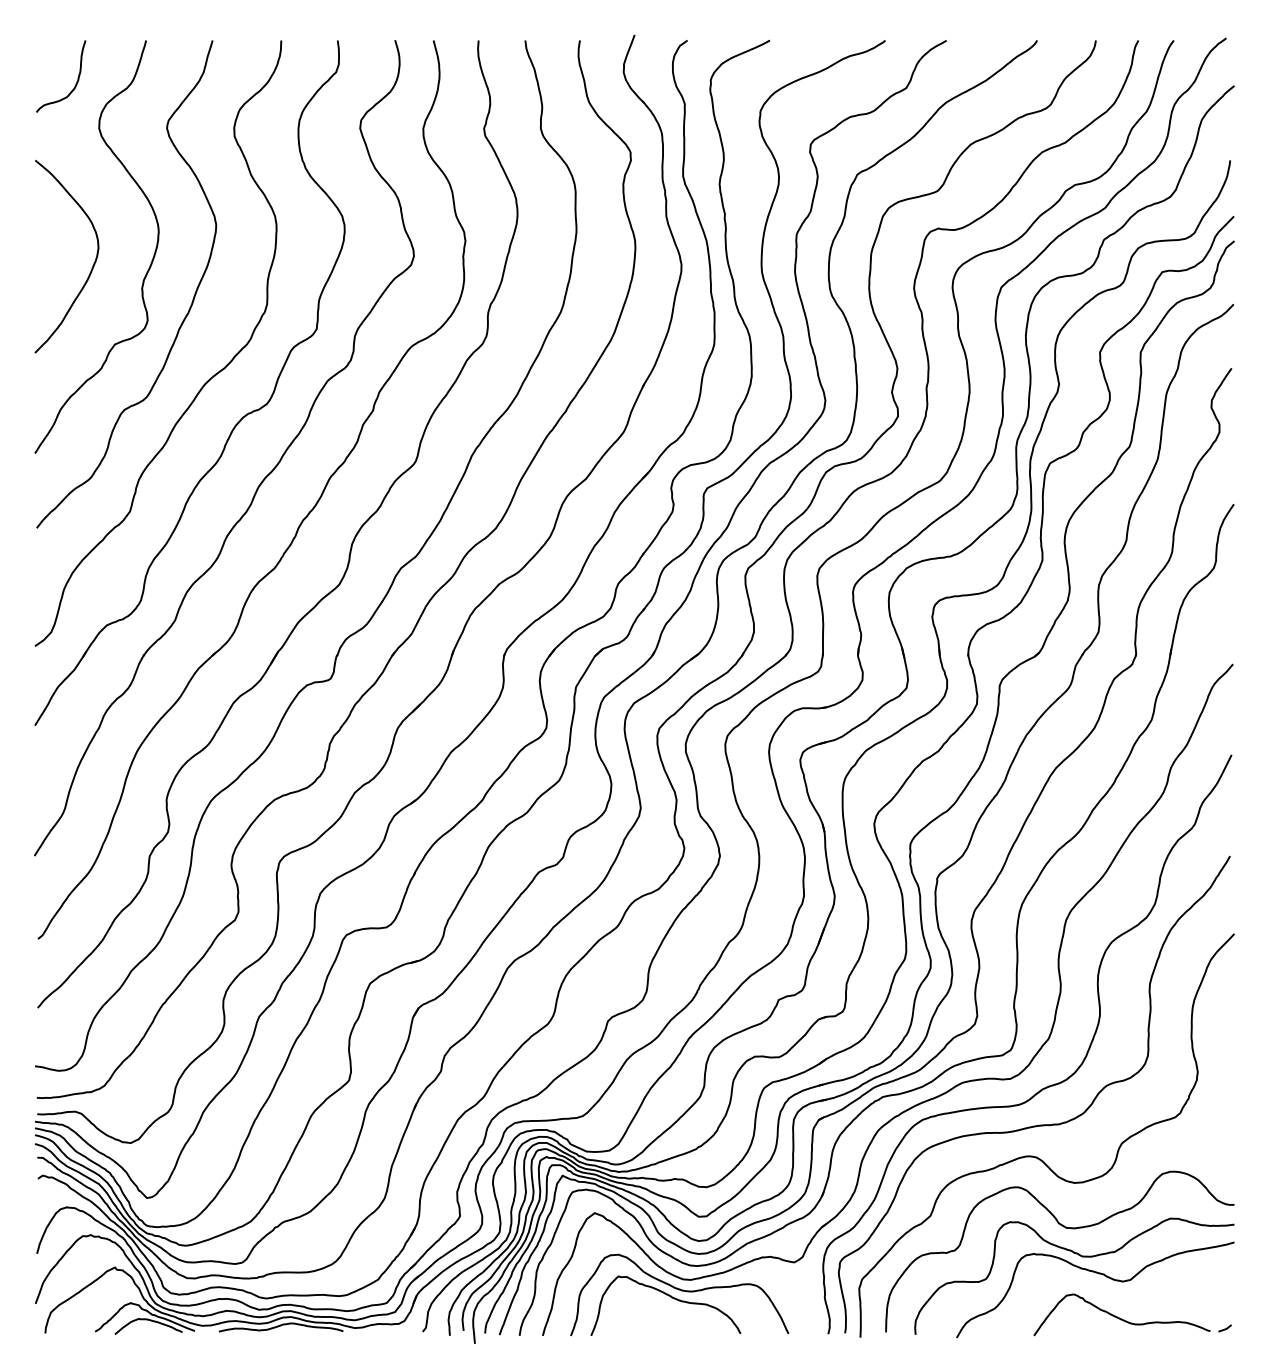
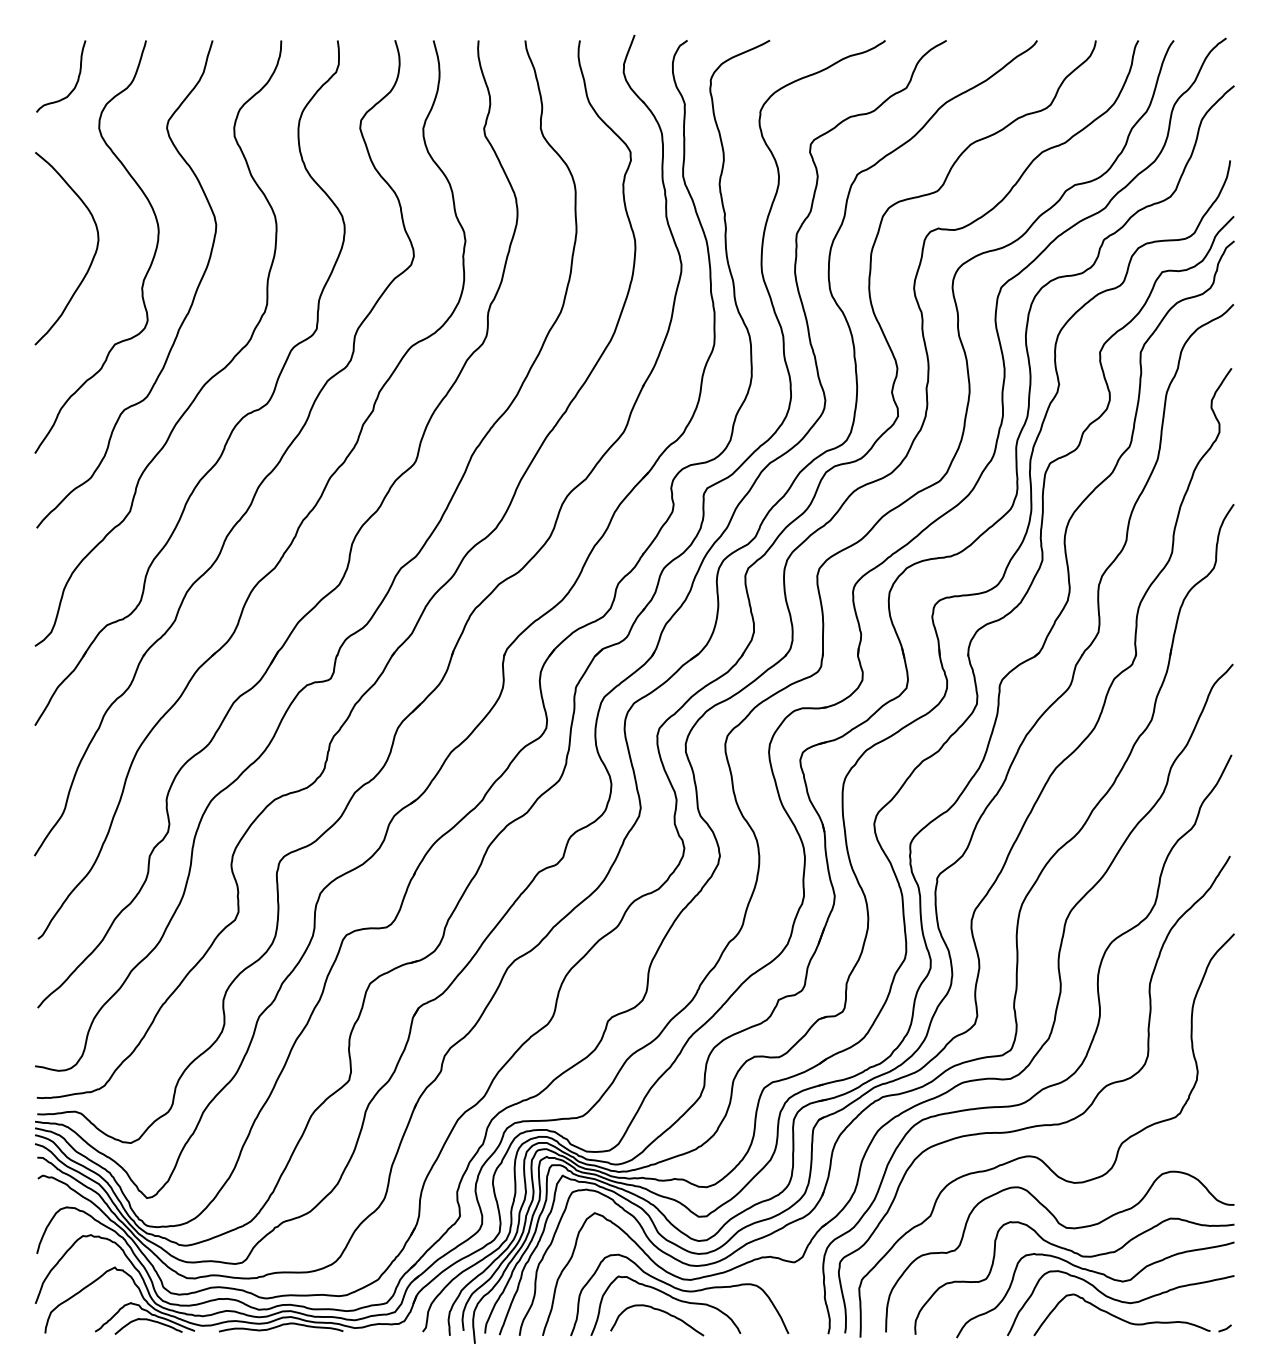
curve at (92, 265) position: (92, 265) -> (92, 257)
curve at (1120, 1302): none -> present
curve at (660, 1311): none -> present
